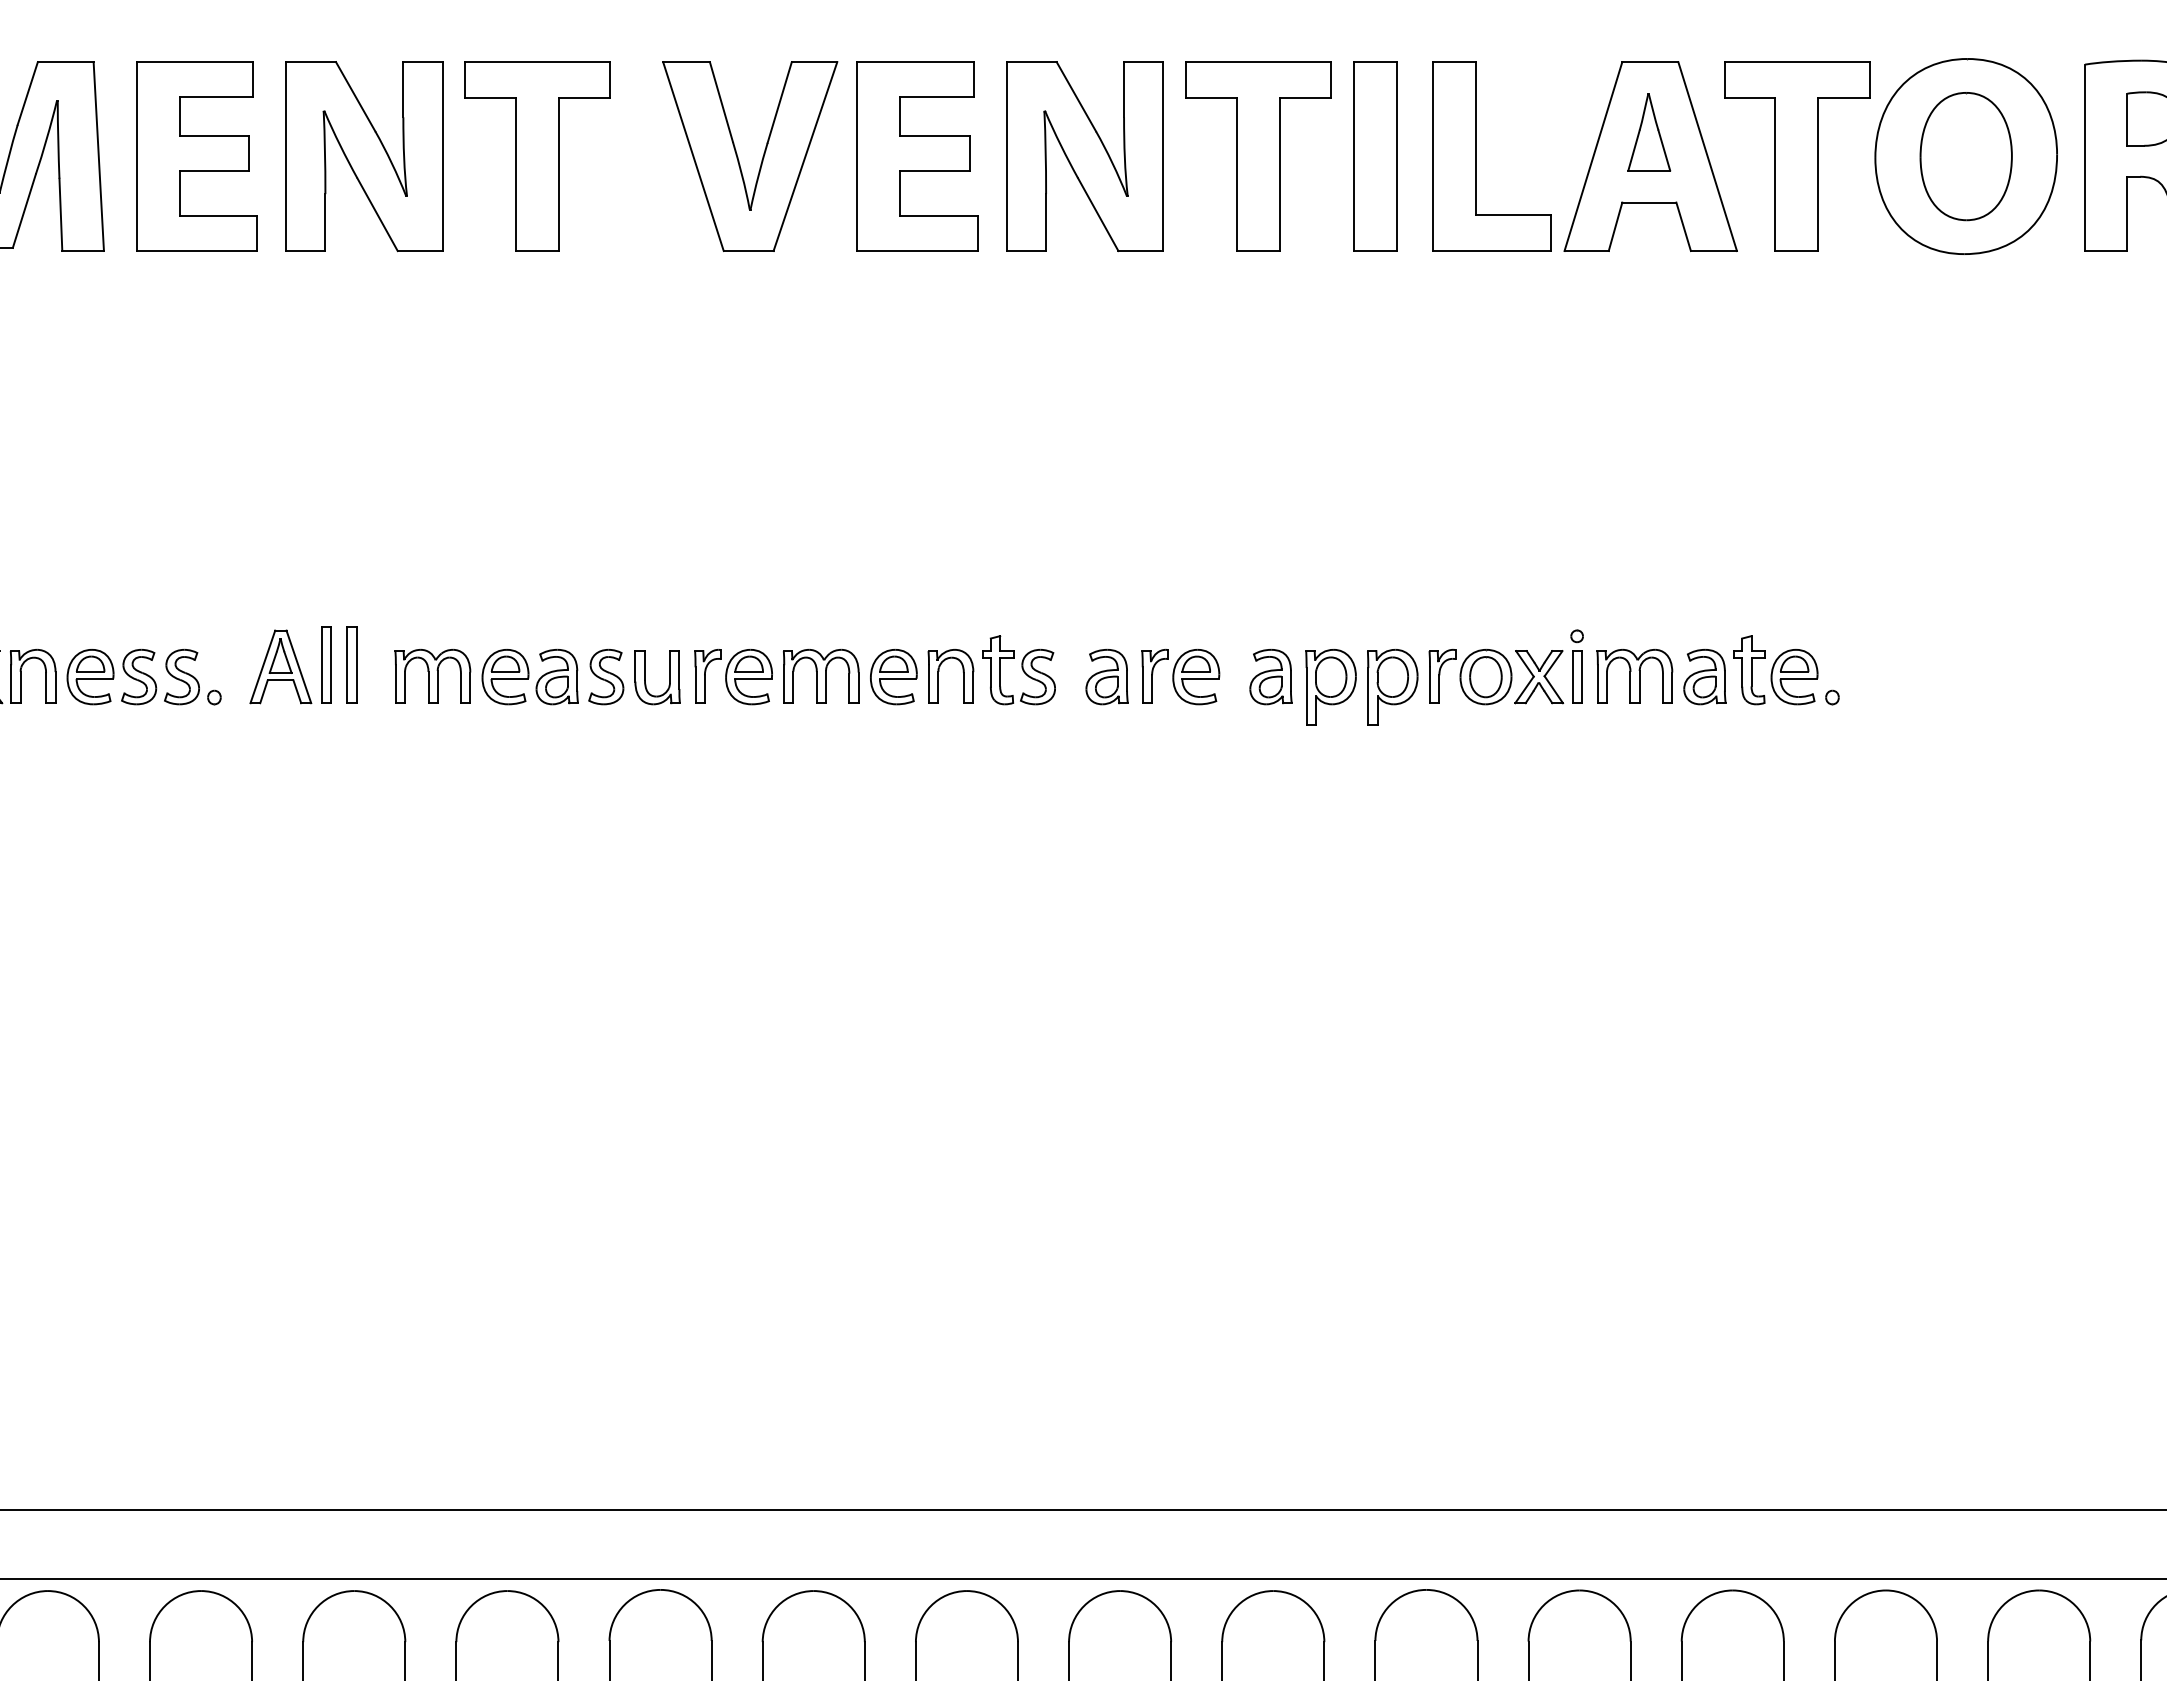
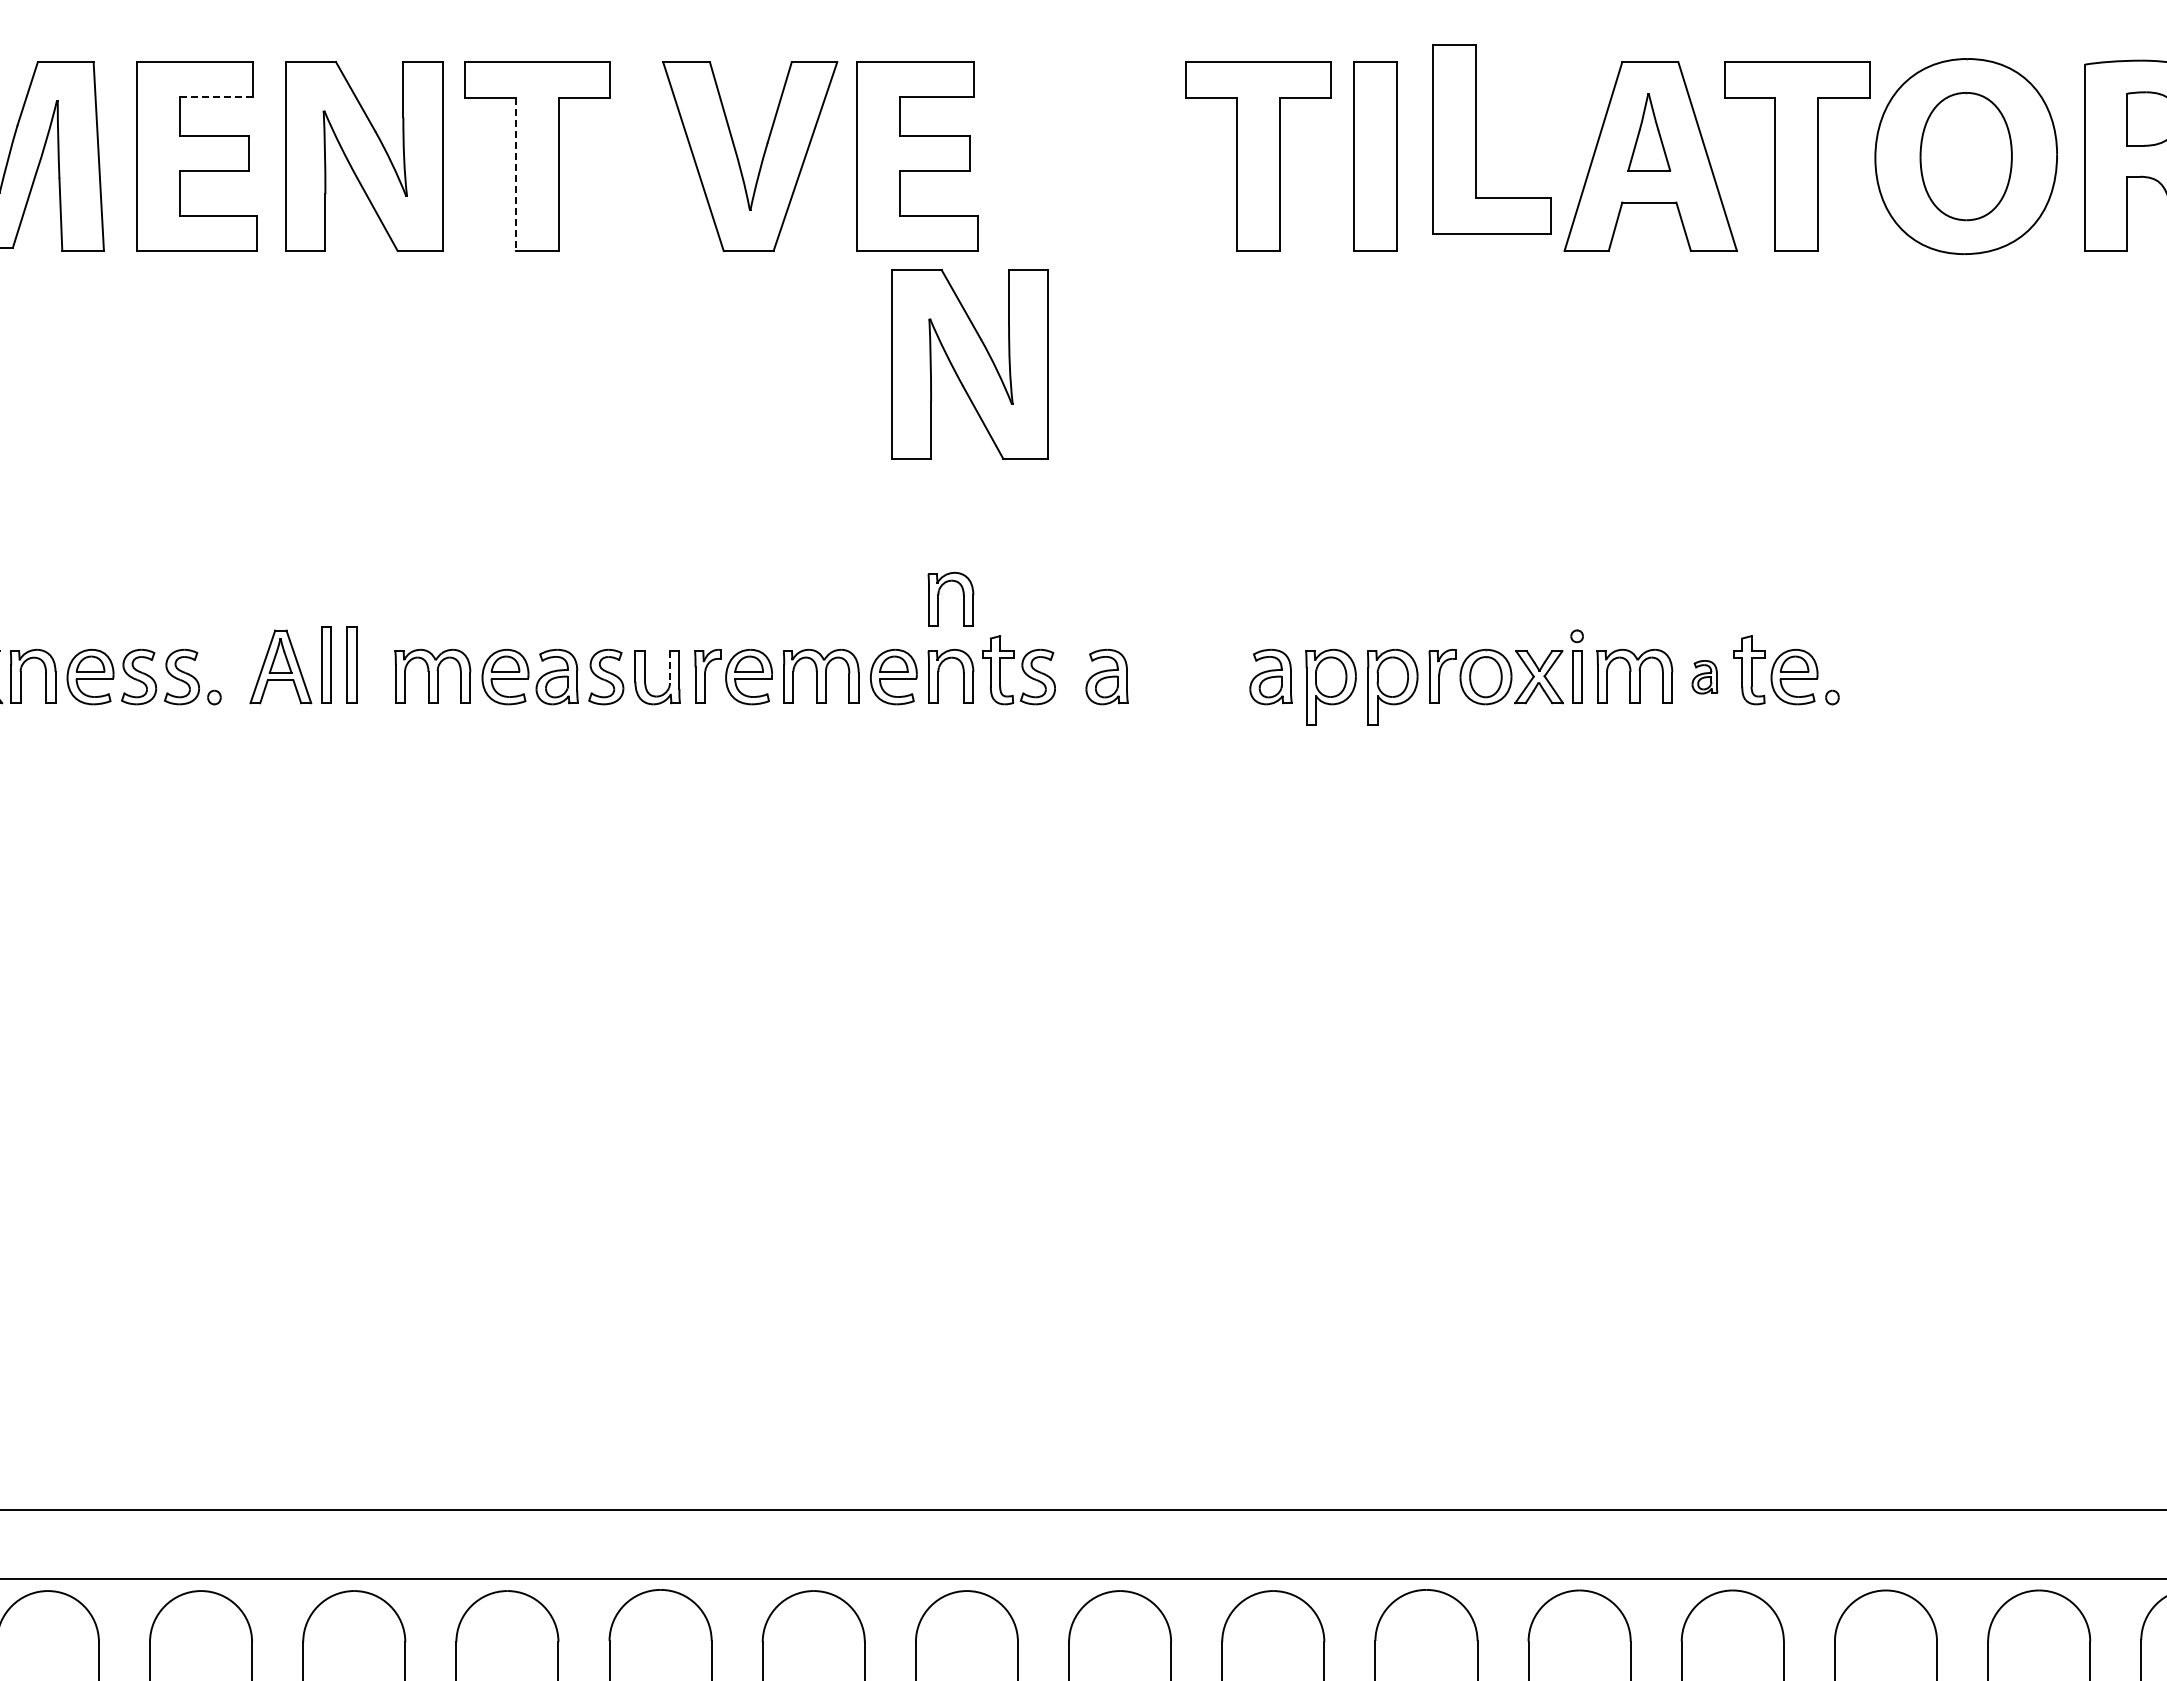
line at (216, 97): solid -> dashed
part at (1084, 156) position: (1084, 156) -> (969, 364)
part at (1476, 156) position: (1476, 156) -> (1476, 139)
line at (515, 174): solid -> dashed
part at (938, 599): none -> present
line at (669, 667): solid -> dashed
part at (1180, 677): present -> none
part at (1704, 677) size: 44x57 px -> 28x35 px
